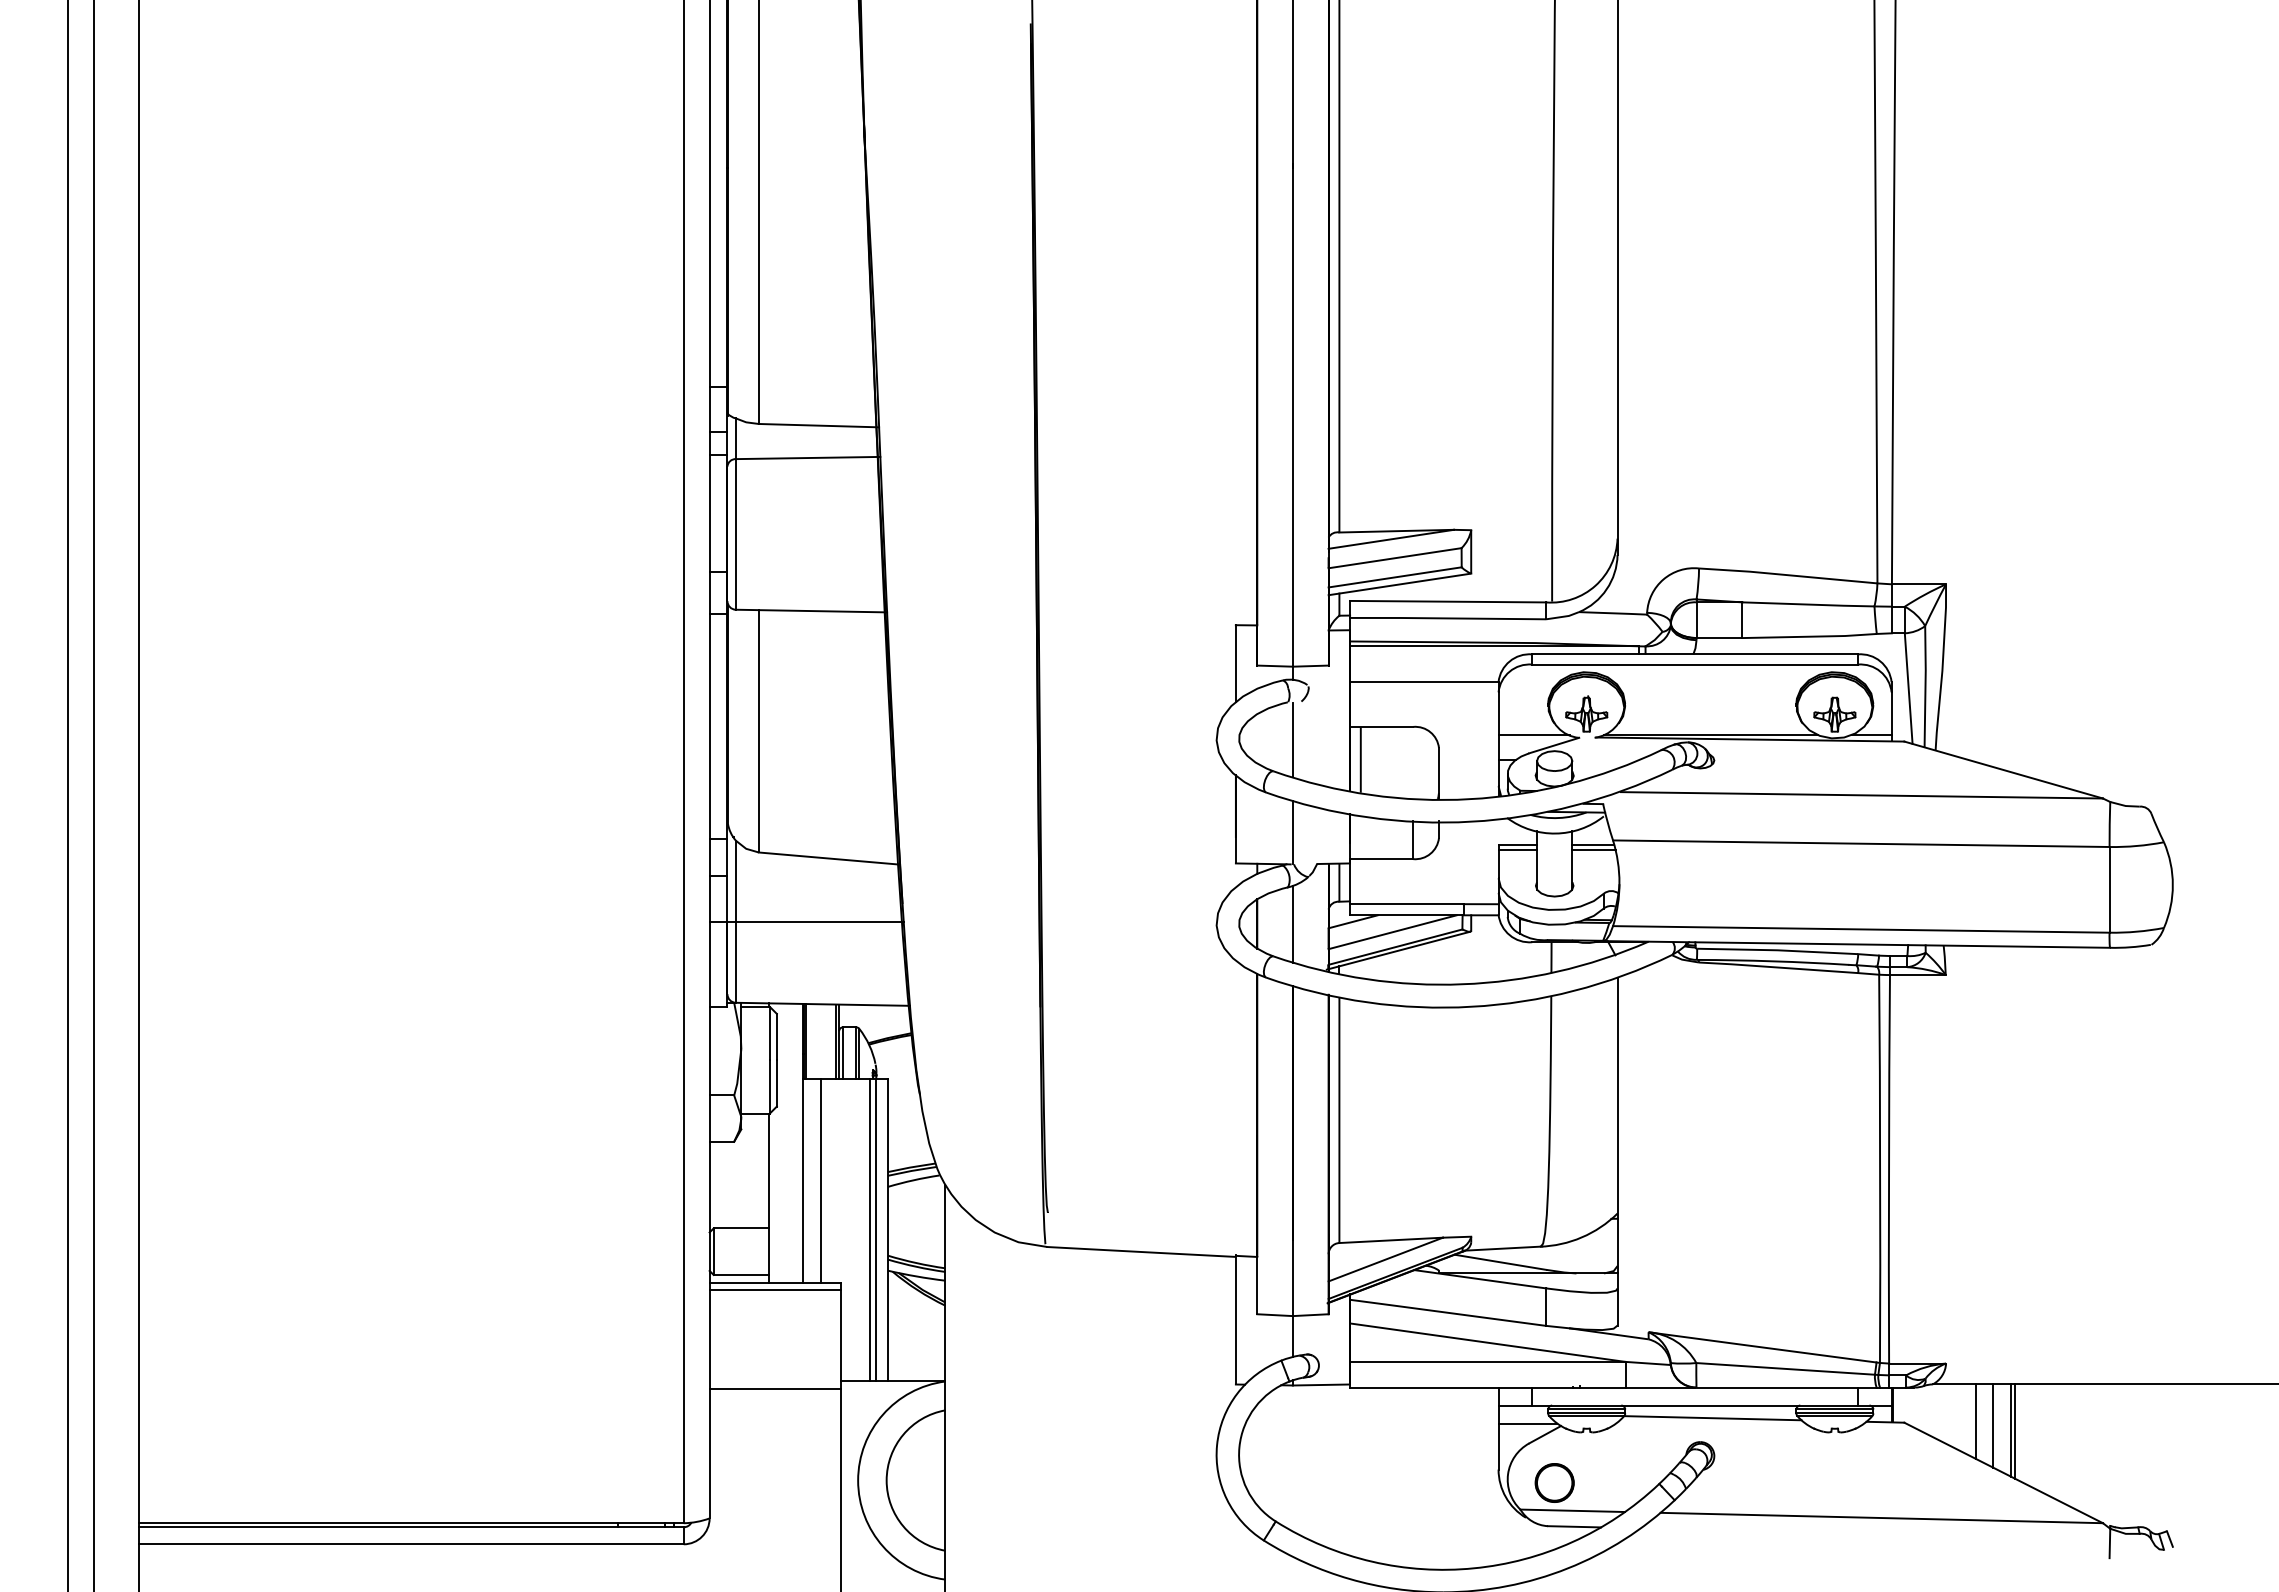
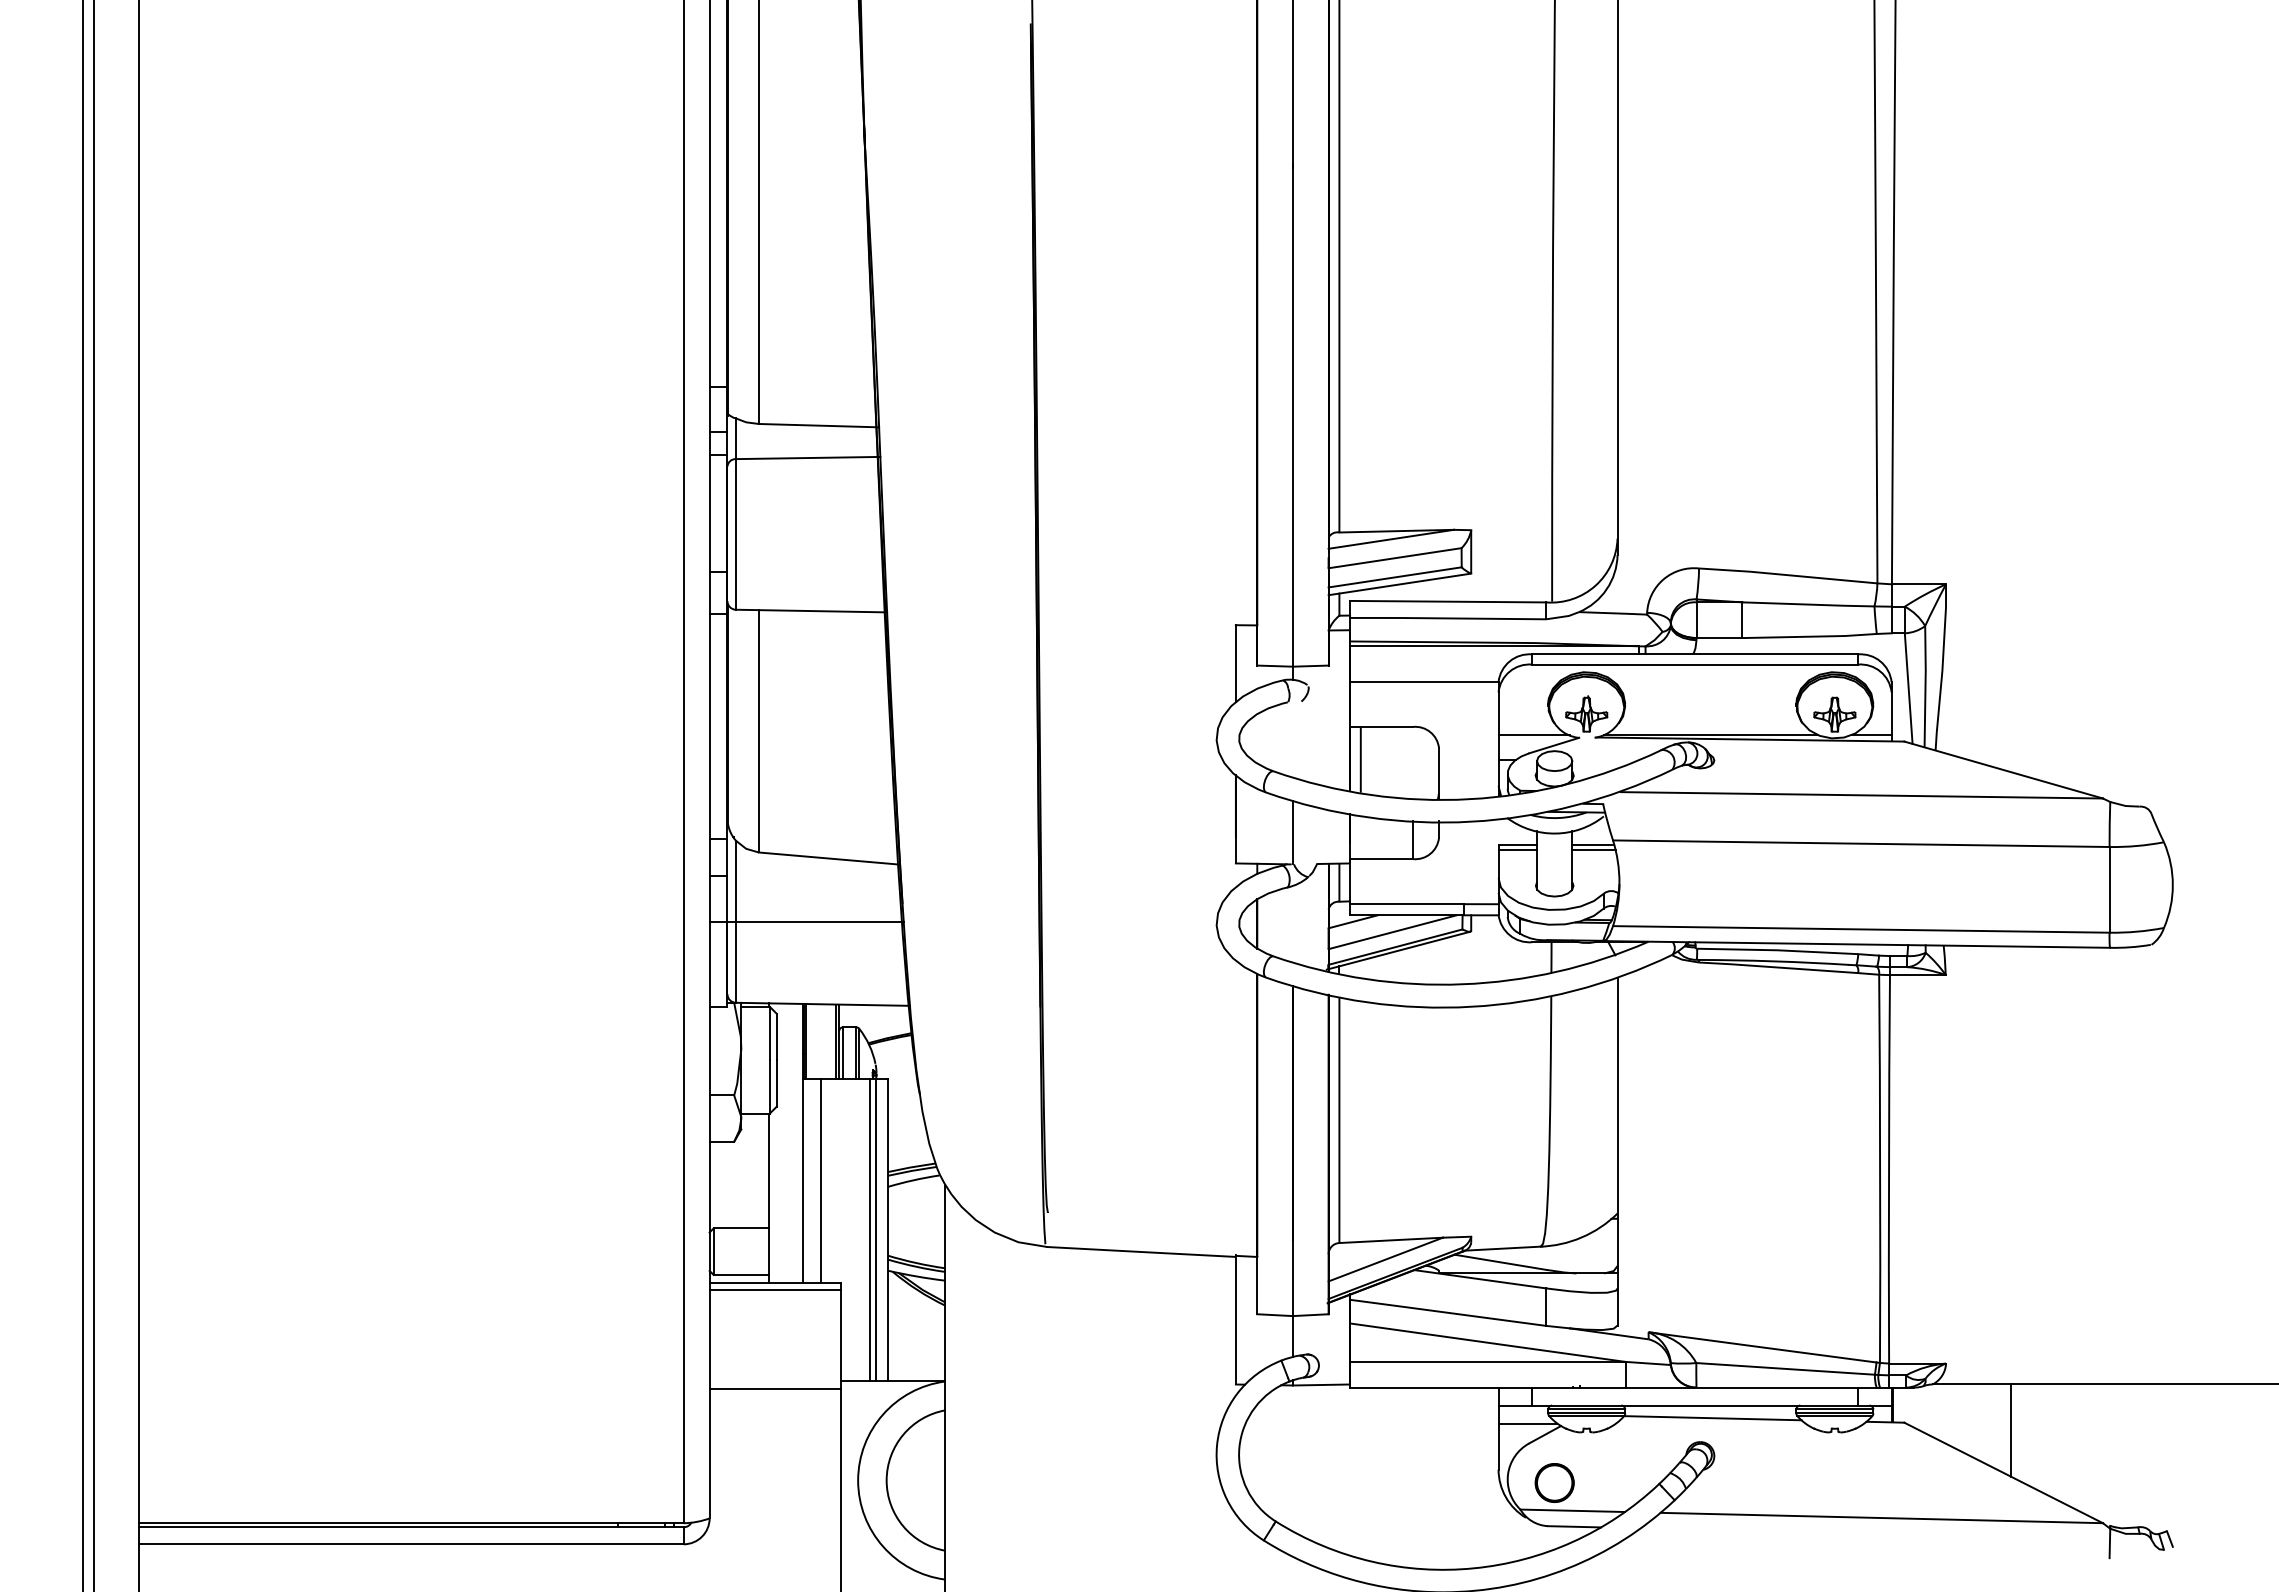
line at (1292, 739): present -> none
line at (68, 795) position: (68, 795) -> (83, 795)
line at (1292, 923): present -> none
line at (1976, 1421): present -> none
line at (1993, 1425): present -> none
line at (2014, 1431): present -> none
